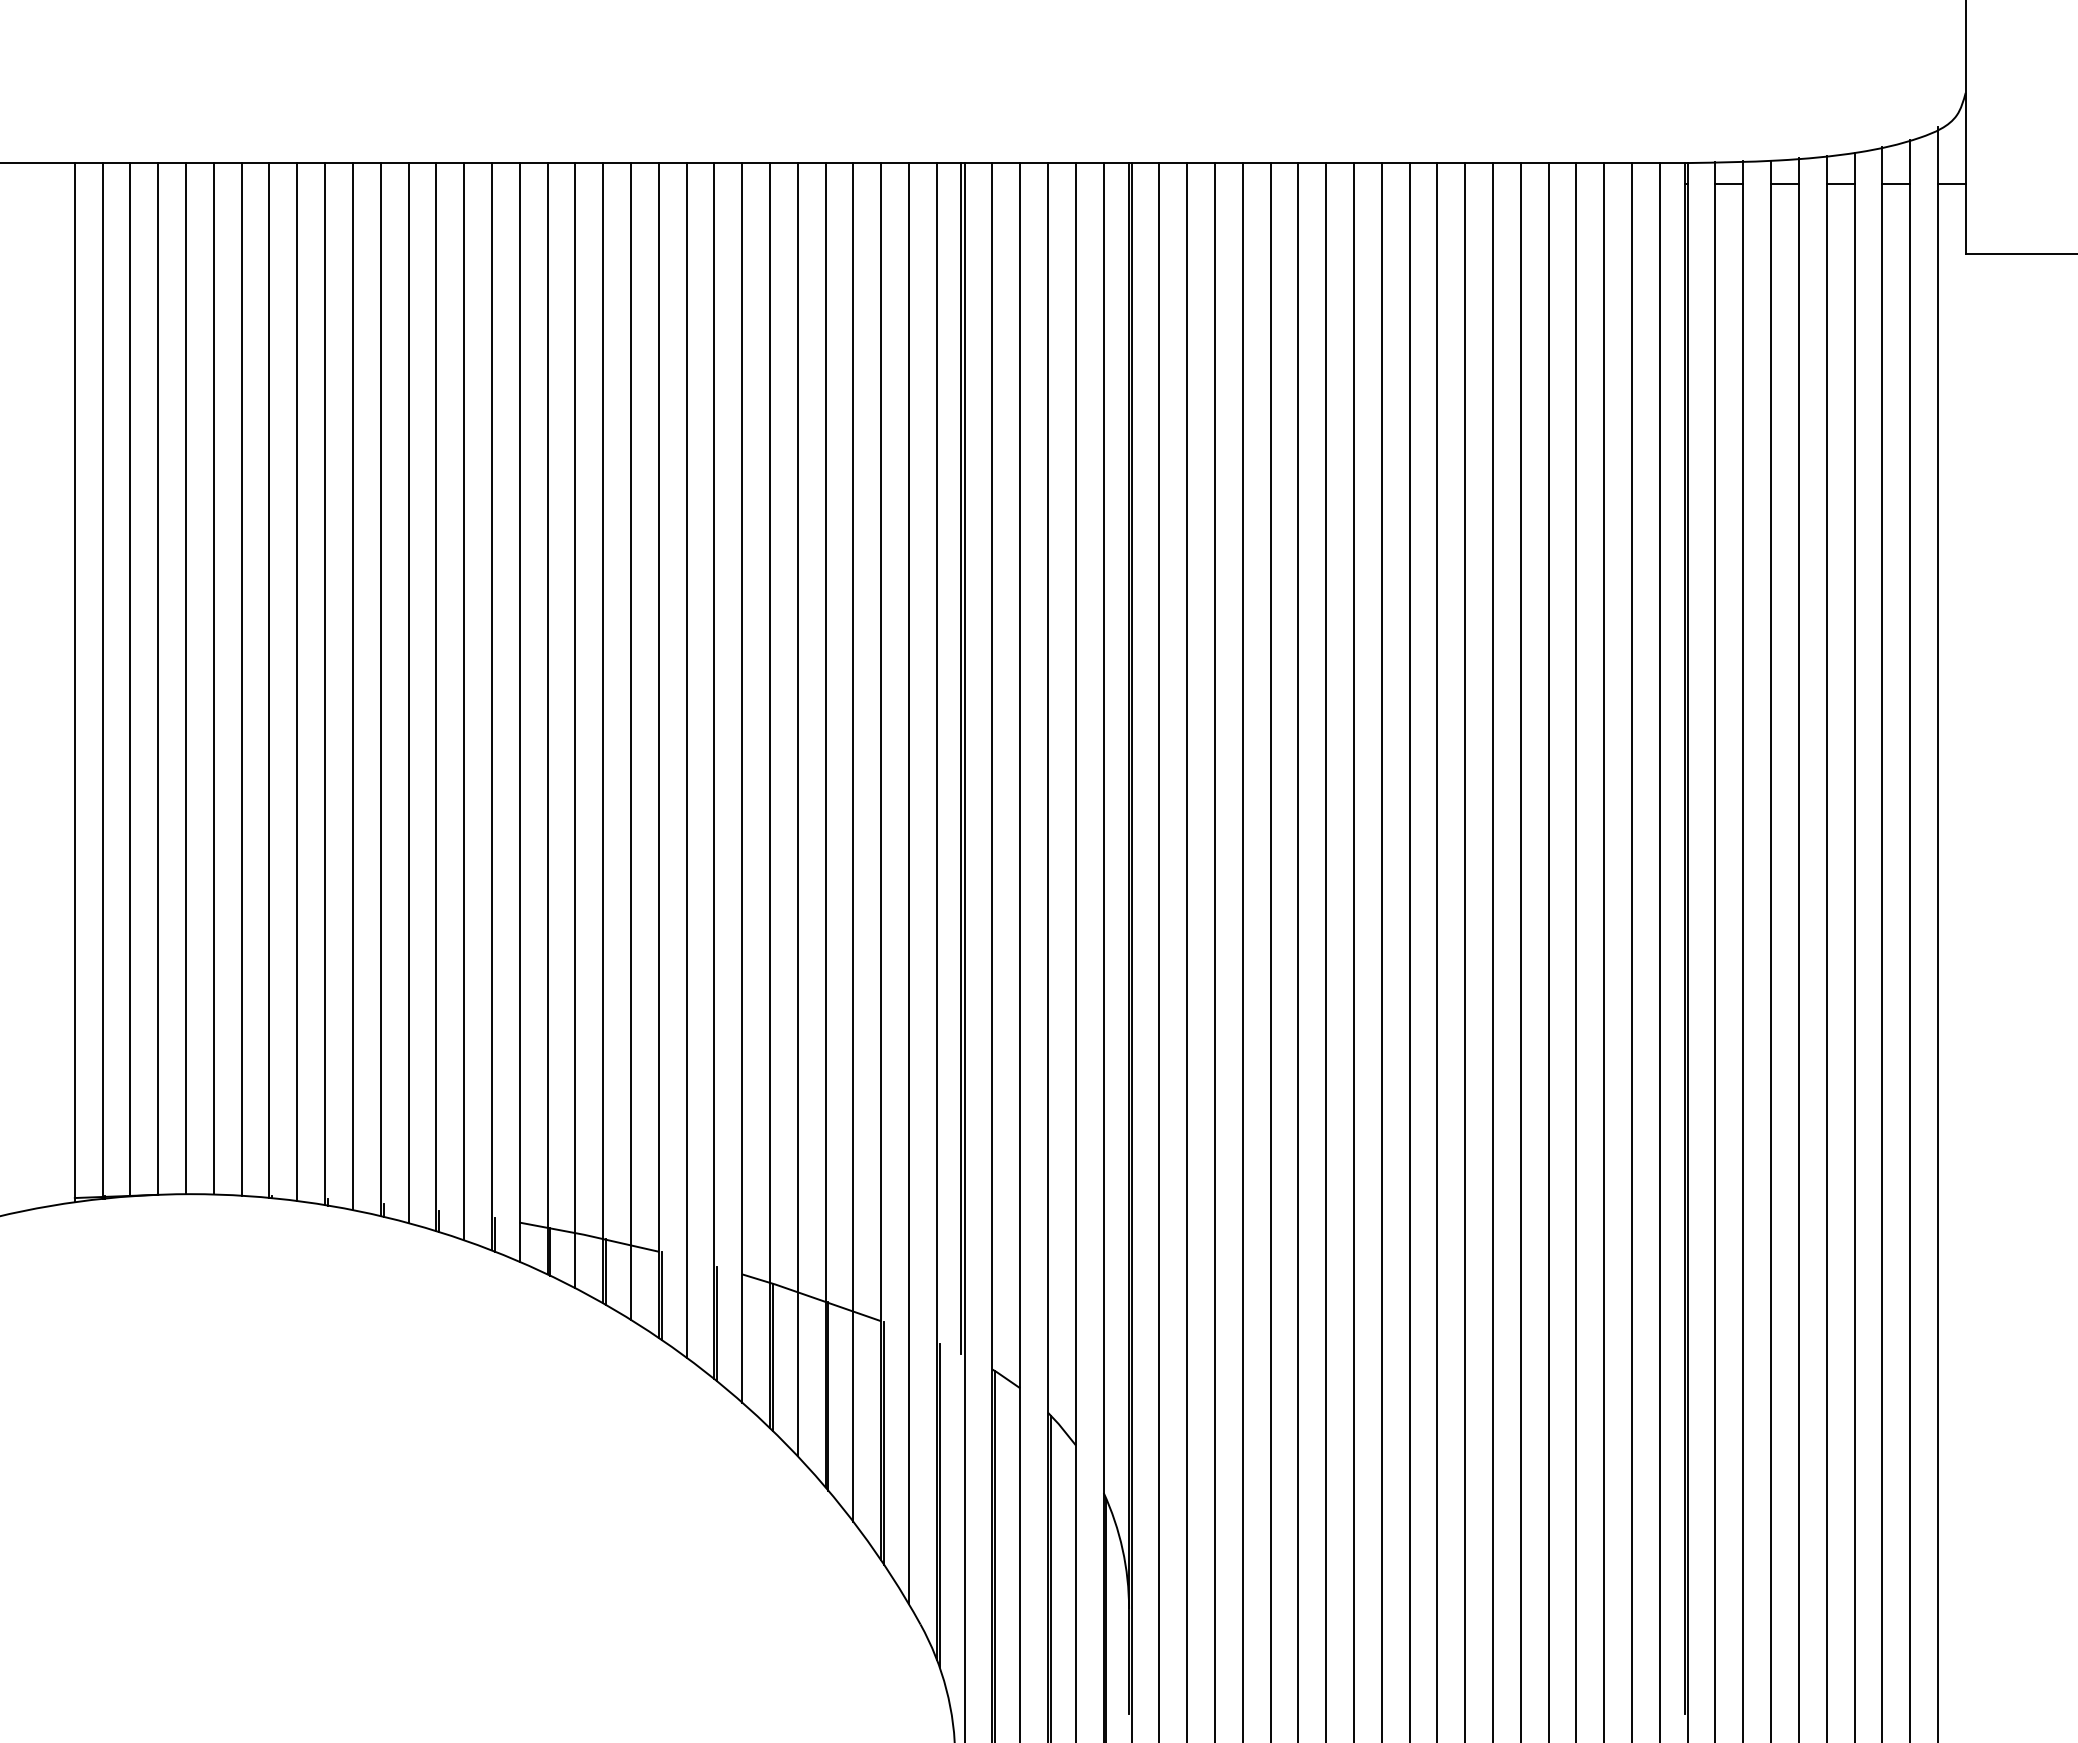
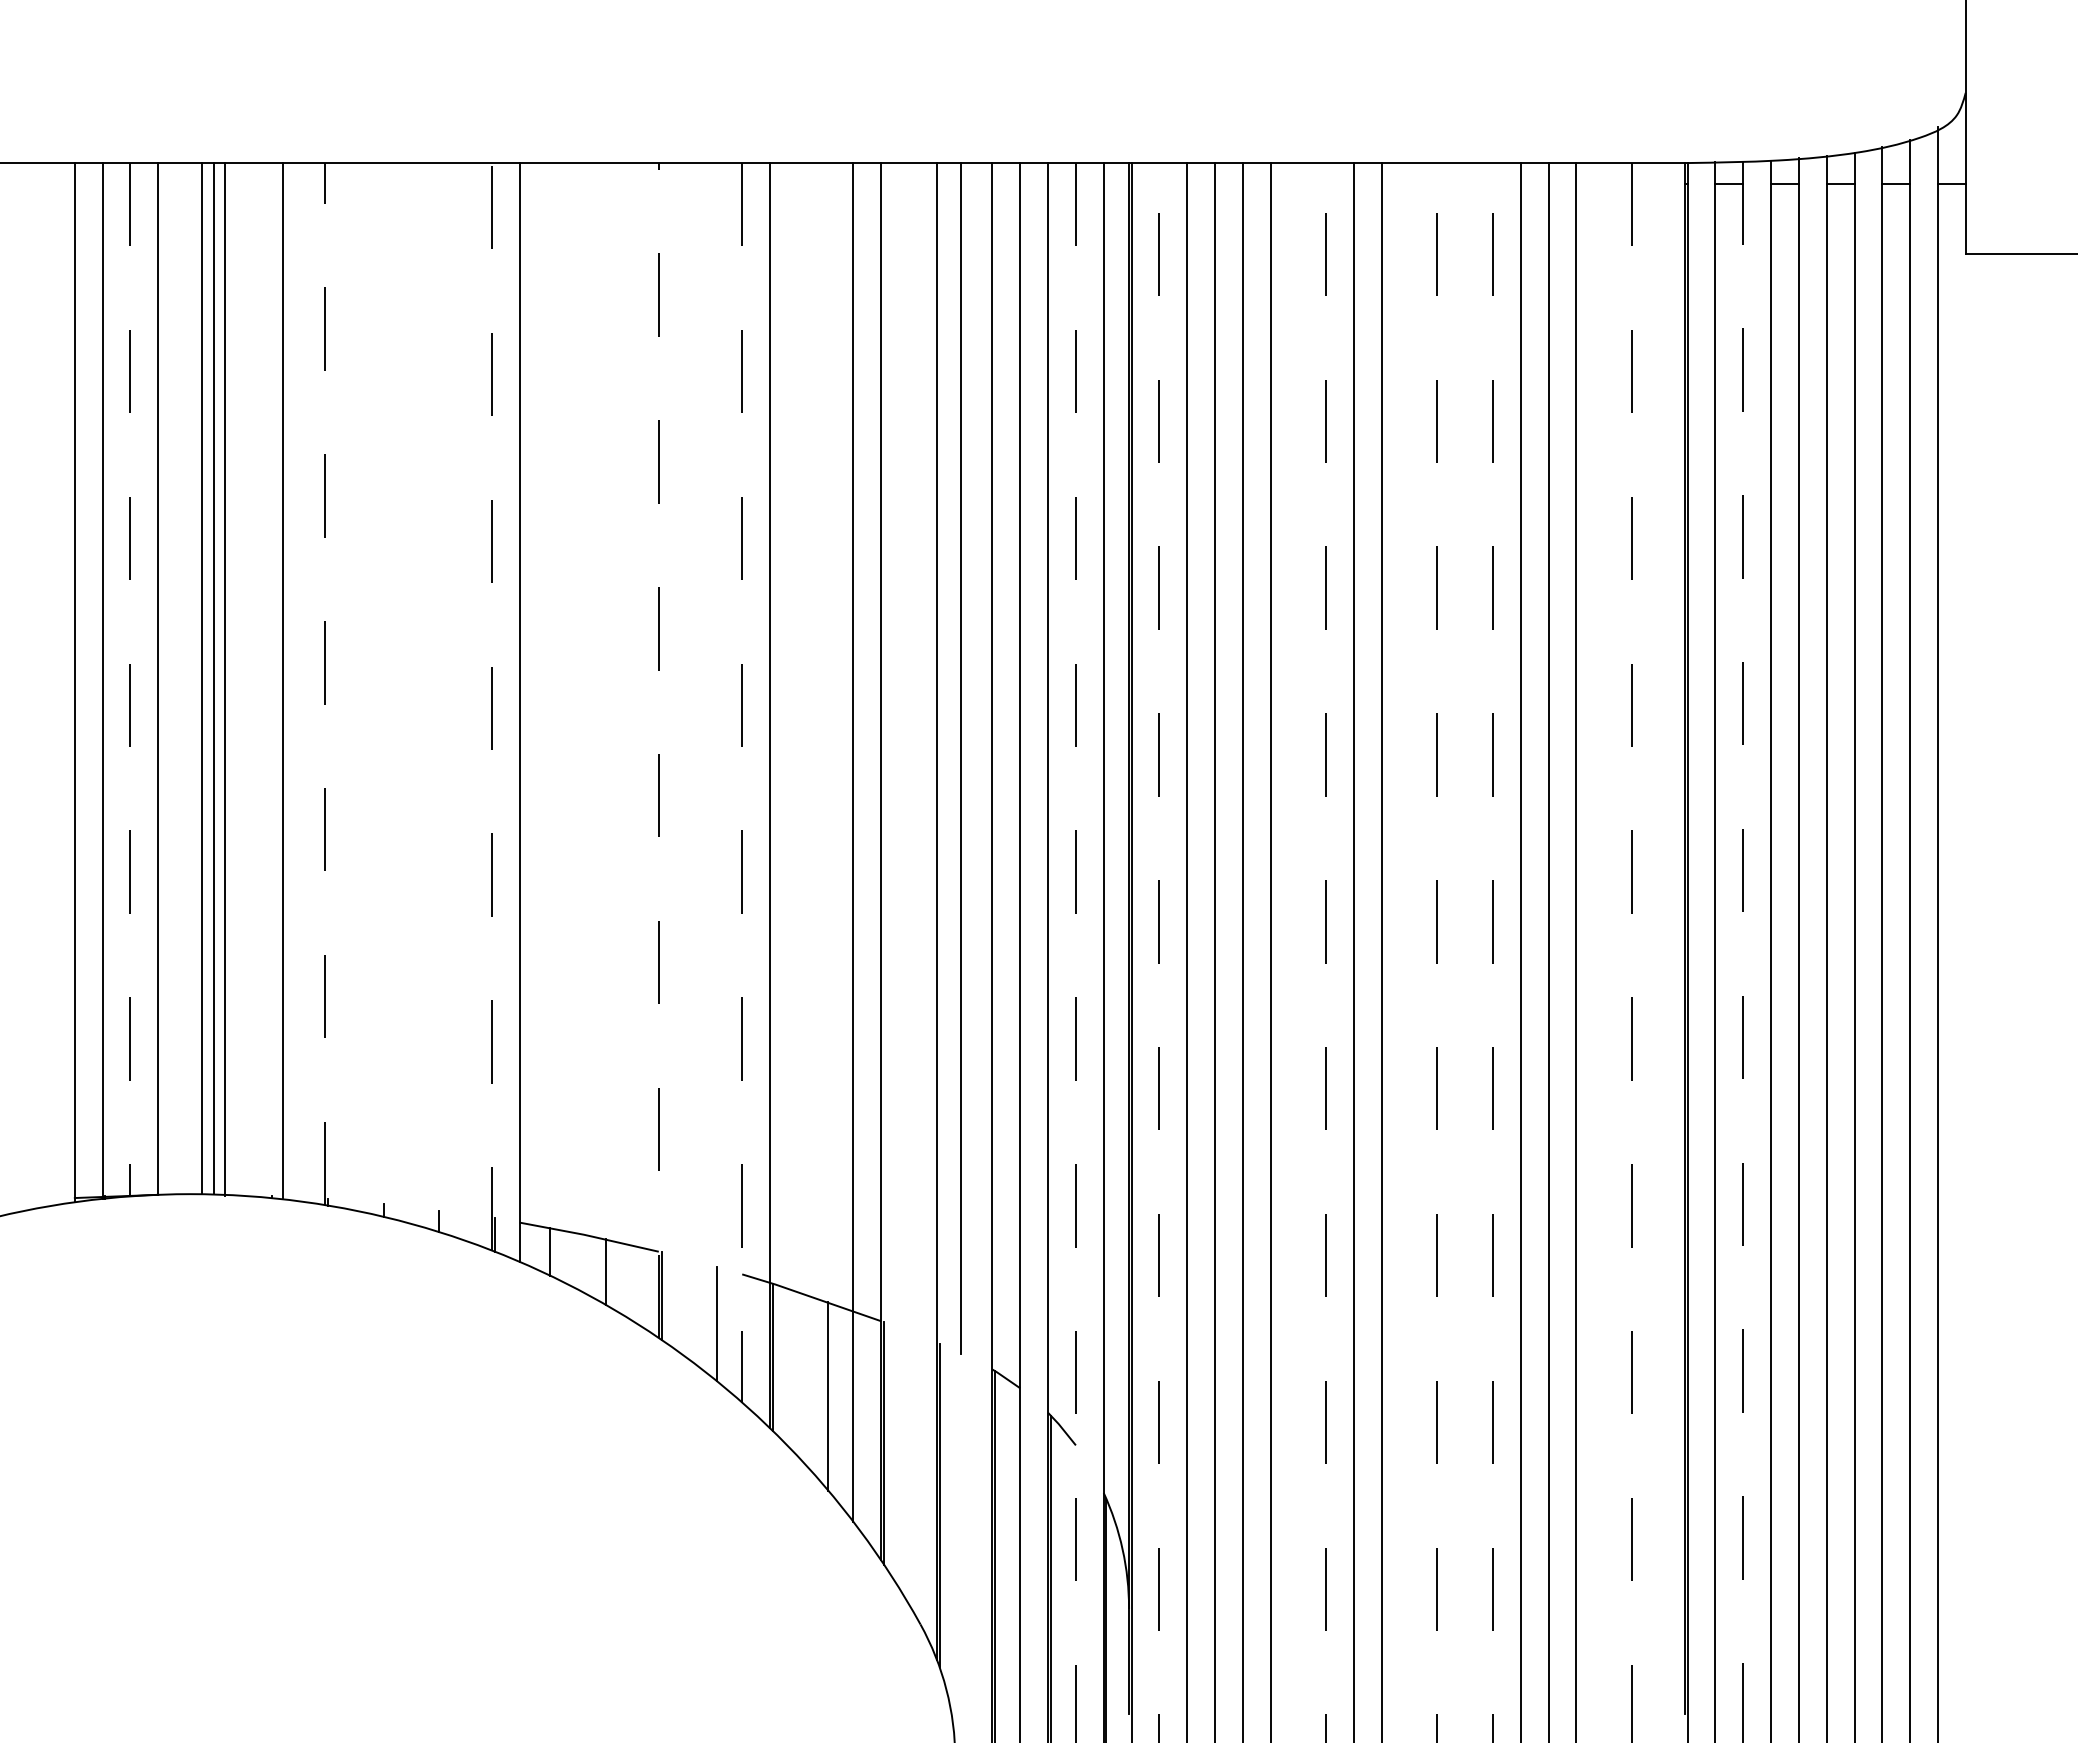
line at (186, 678) position: (186, 678) -> (202, 678)
line at (130, 679): solid -> dashed
line at (241, 679) position: (241, 679) -> (224, 679)
line at (269, 680) position: (269, 680) -> (283, 680)
line at (297, 681): present -> none
line at (325, 683): solid -> dashed
line at (352, 686): present -> none
line at (380, 689): present -> none
line at (408, 693): present -> none
line at (436, 697): present -> none
line at (464, 701): present -> none
line at (491, 706): solid -> dashed
line at (547, 718): present -> none
line at (575, 725): present -> none
line at (603, 733): present -> none
line at (630, 741): present -> none
line at (658, 749): solid -> dashed
line at (686, 760): present -> none
line at (714, 771): present -> none
line at (742, 782): solid -> dashed
line at (797, 809): present -> none
line at (825, 825): present -> none
line at (909, 883): present -> none
line at (964, 951): present -> none
line at (1298, 951): present -> none
line at (1409, 951): present -> none
line at (1465, 951): present -> none
line at (1604, 951): present -> none
line at (1659, 951): present -> none
line at (1075, 952): solid -> dashed
line at (1159, 952): solid -> dashed
line at (1326, 952): solid -> dashed
line at (1437, 952): solid -> dashed
line at (1493, 952): solid -> dashed
line at (1632, 952): solid -> dashed
line at (1743, 952): solid -> dashed
